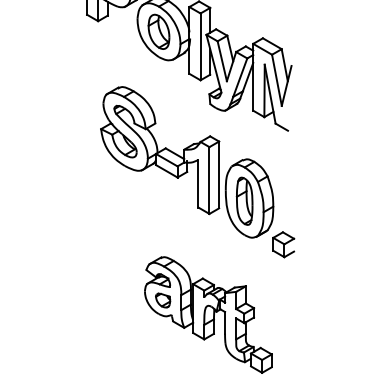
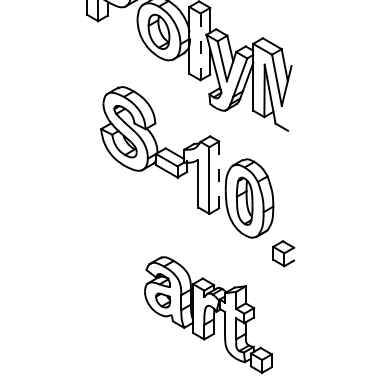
line at (200, 47): solid -> dashed
line at (219, 175): solid -> dashed
part at (283, 244) position: (283, 244) -> (283, 253)
